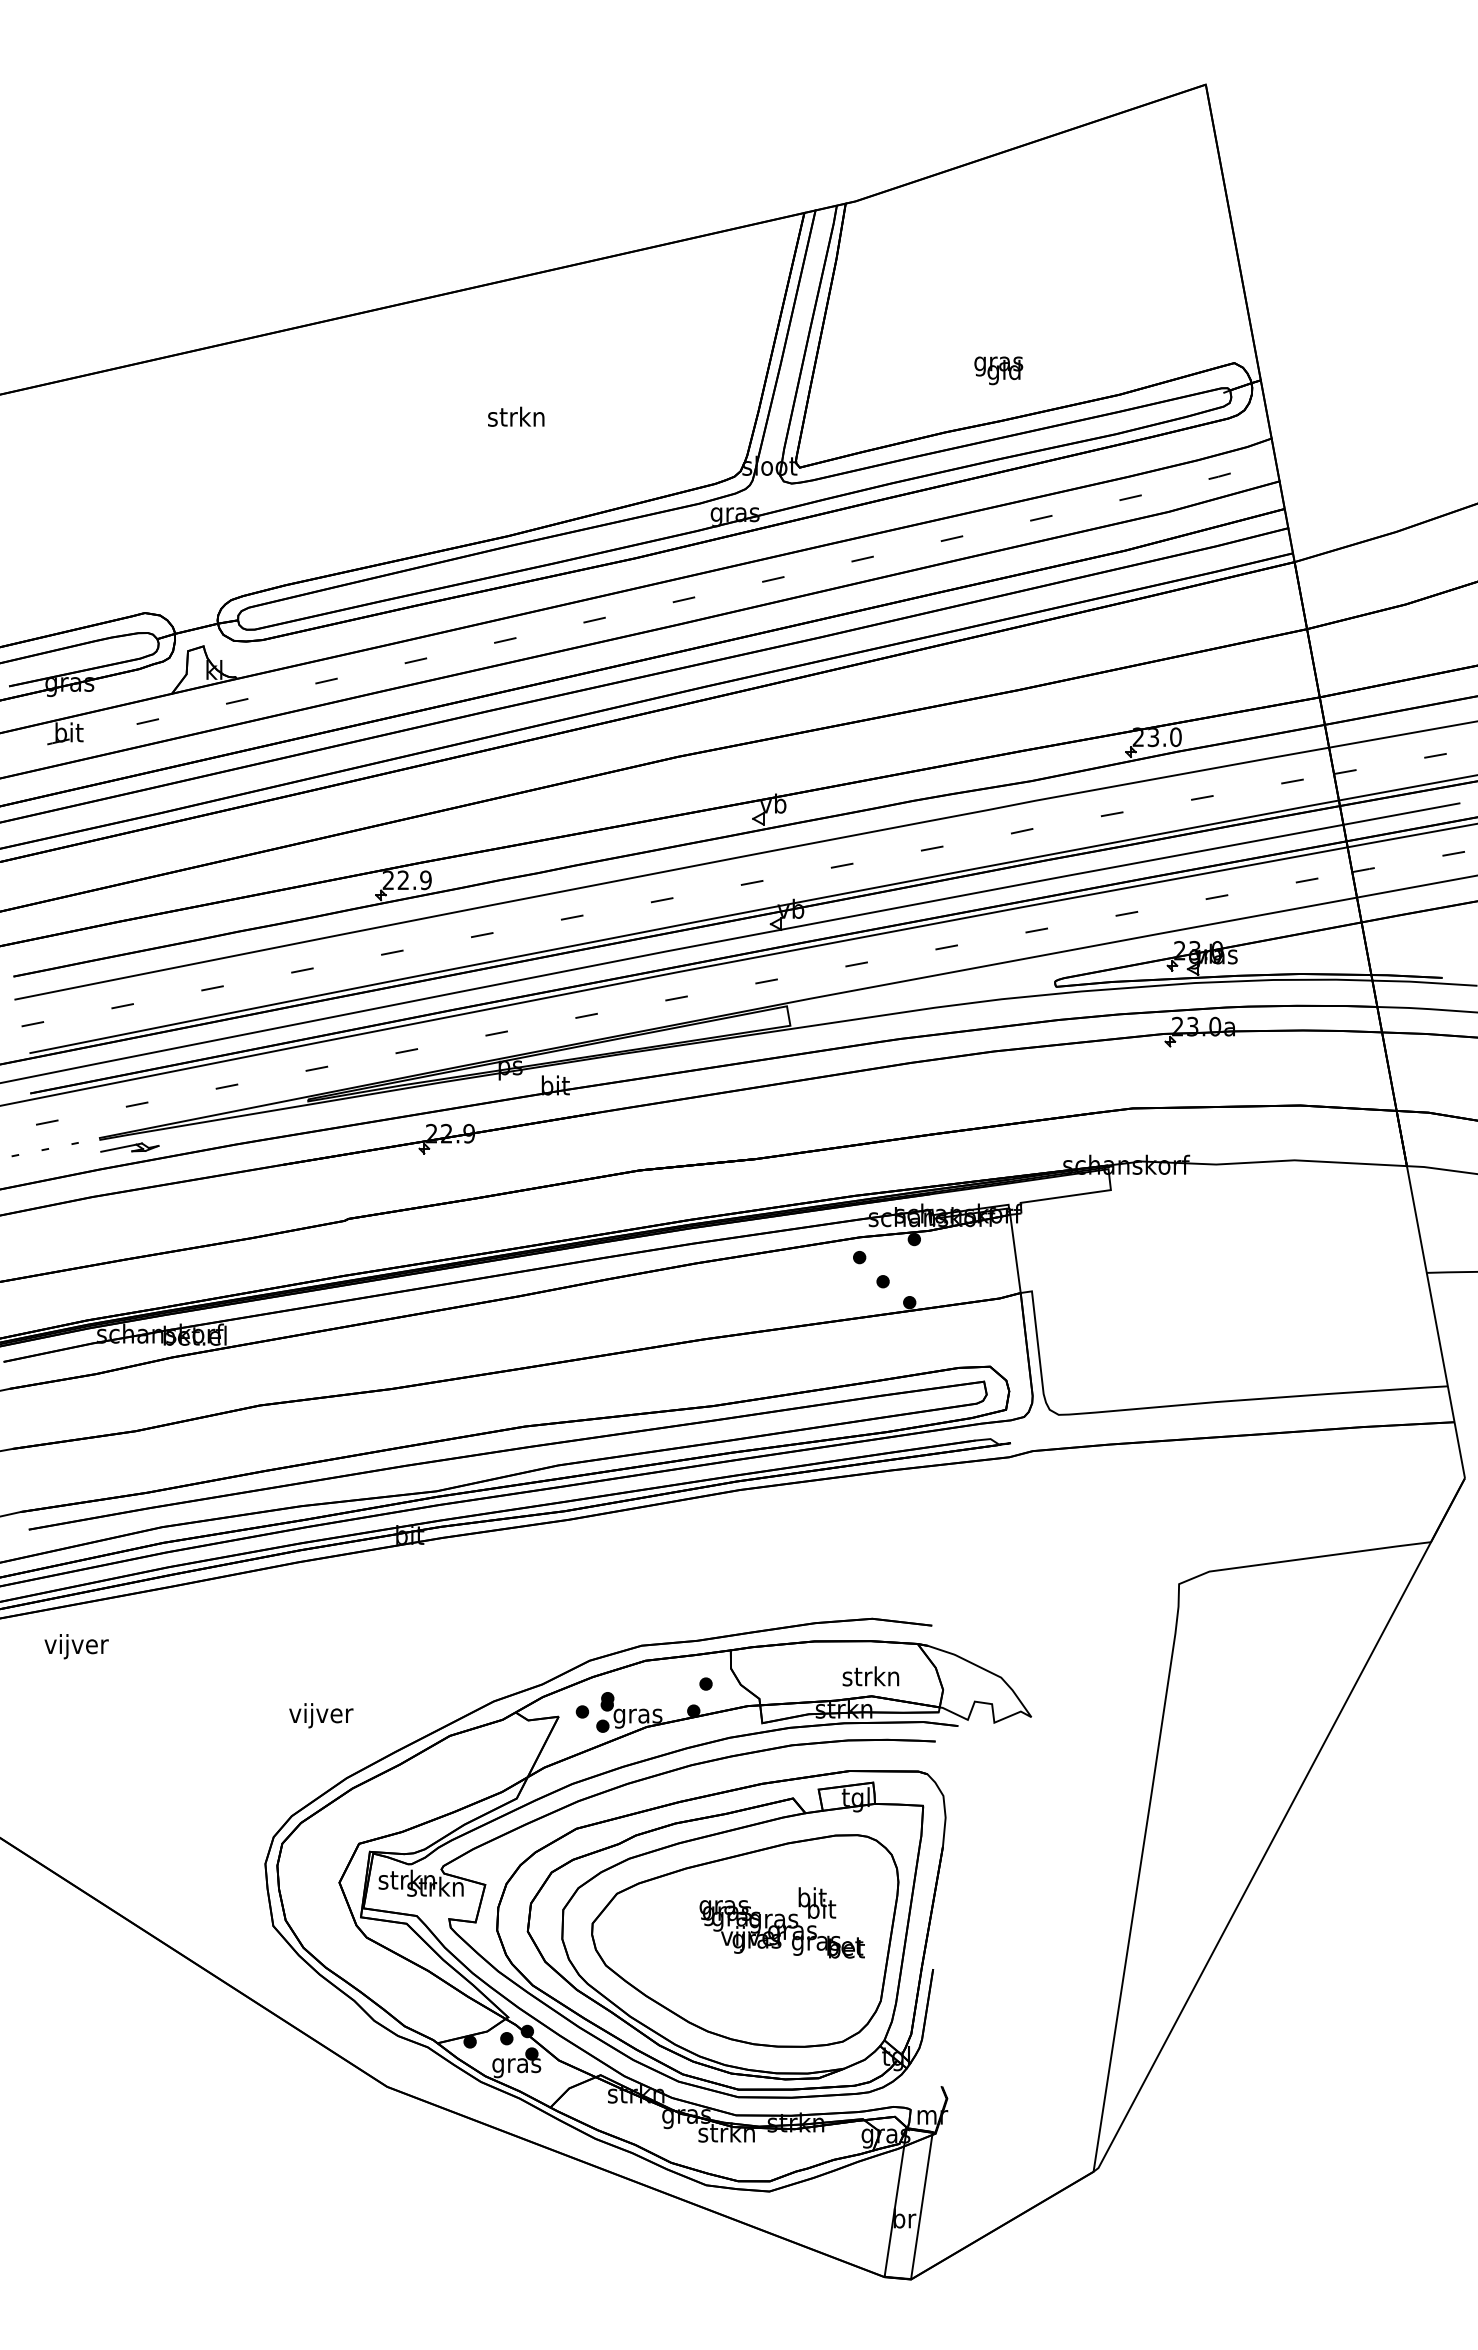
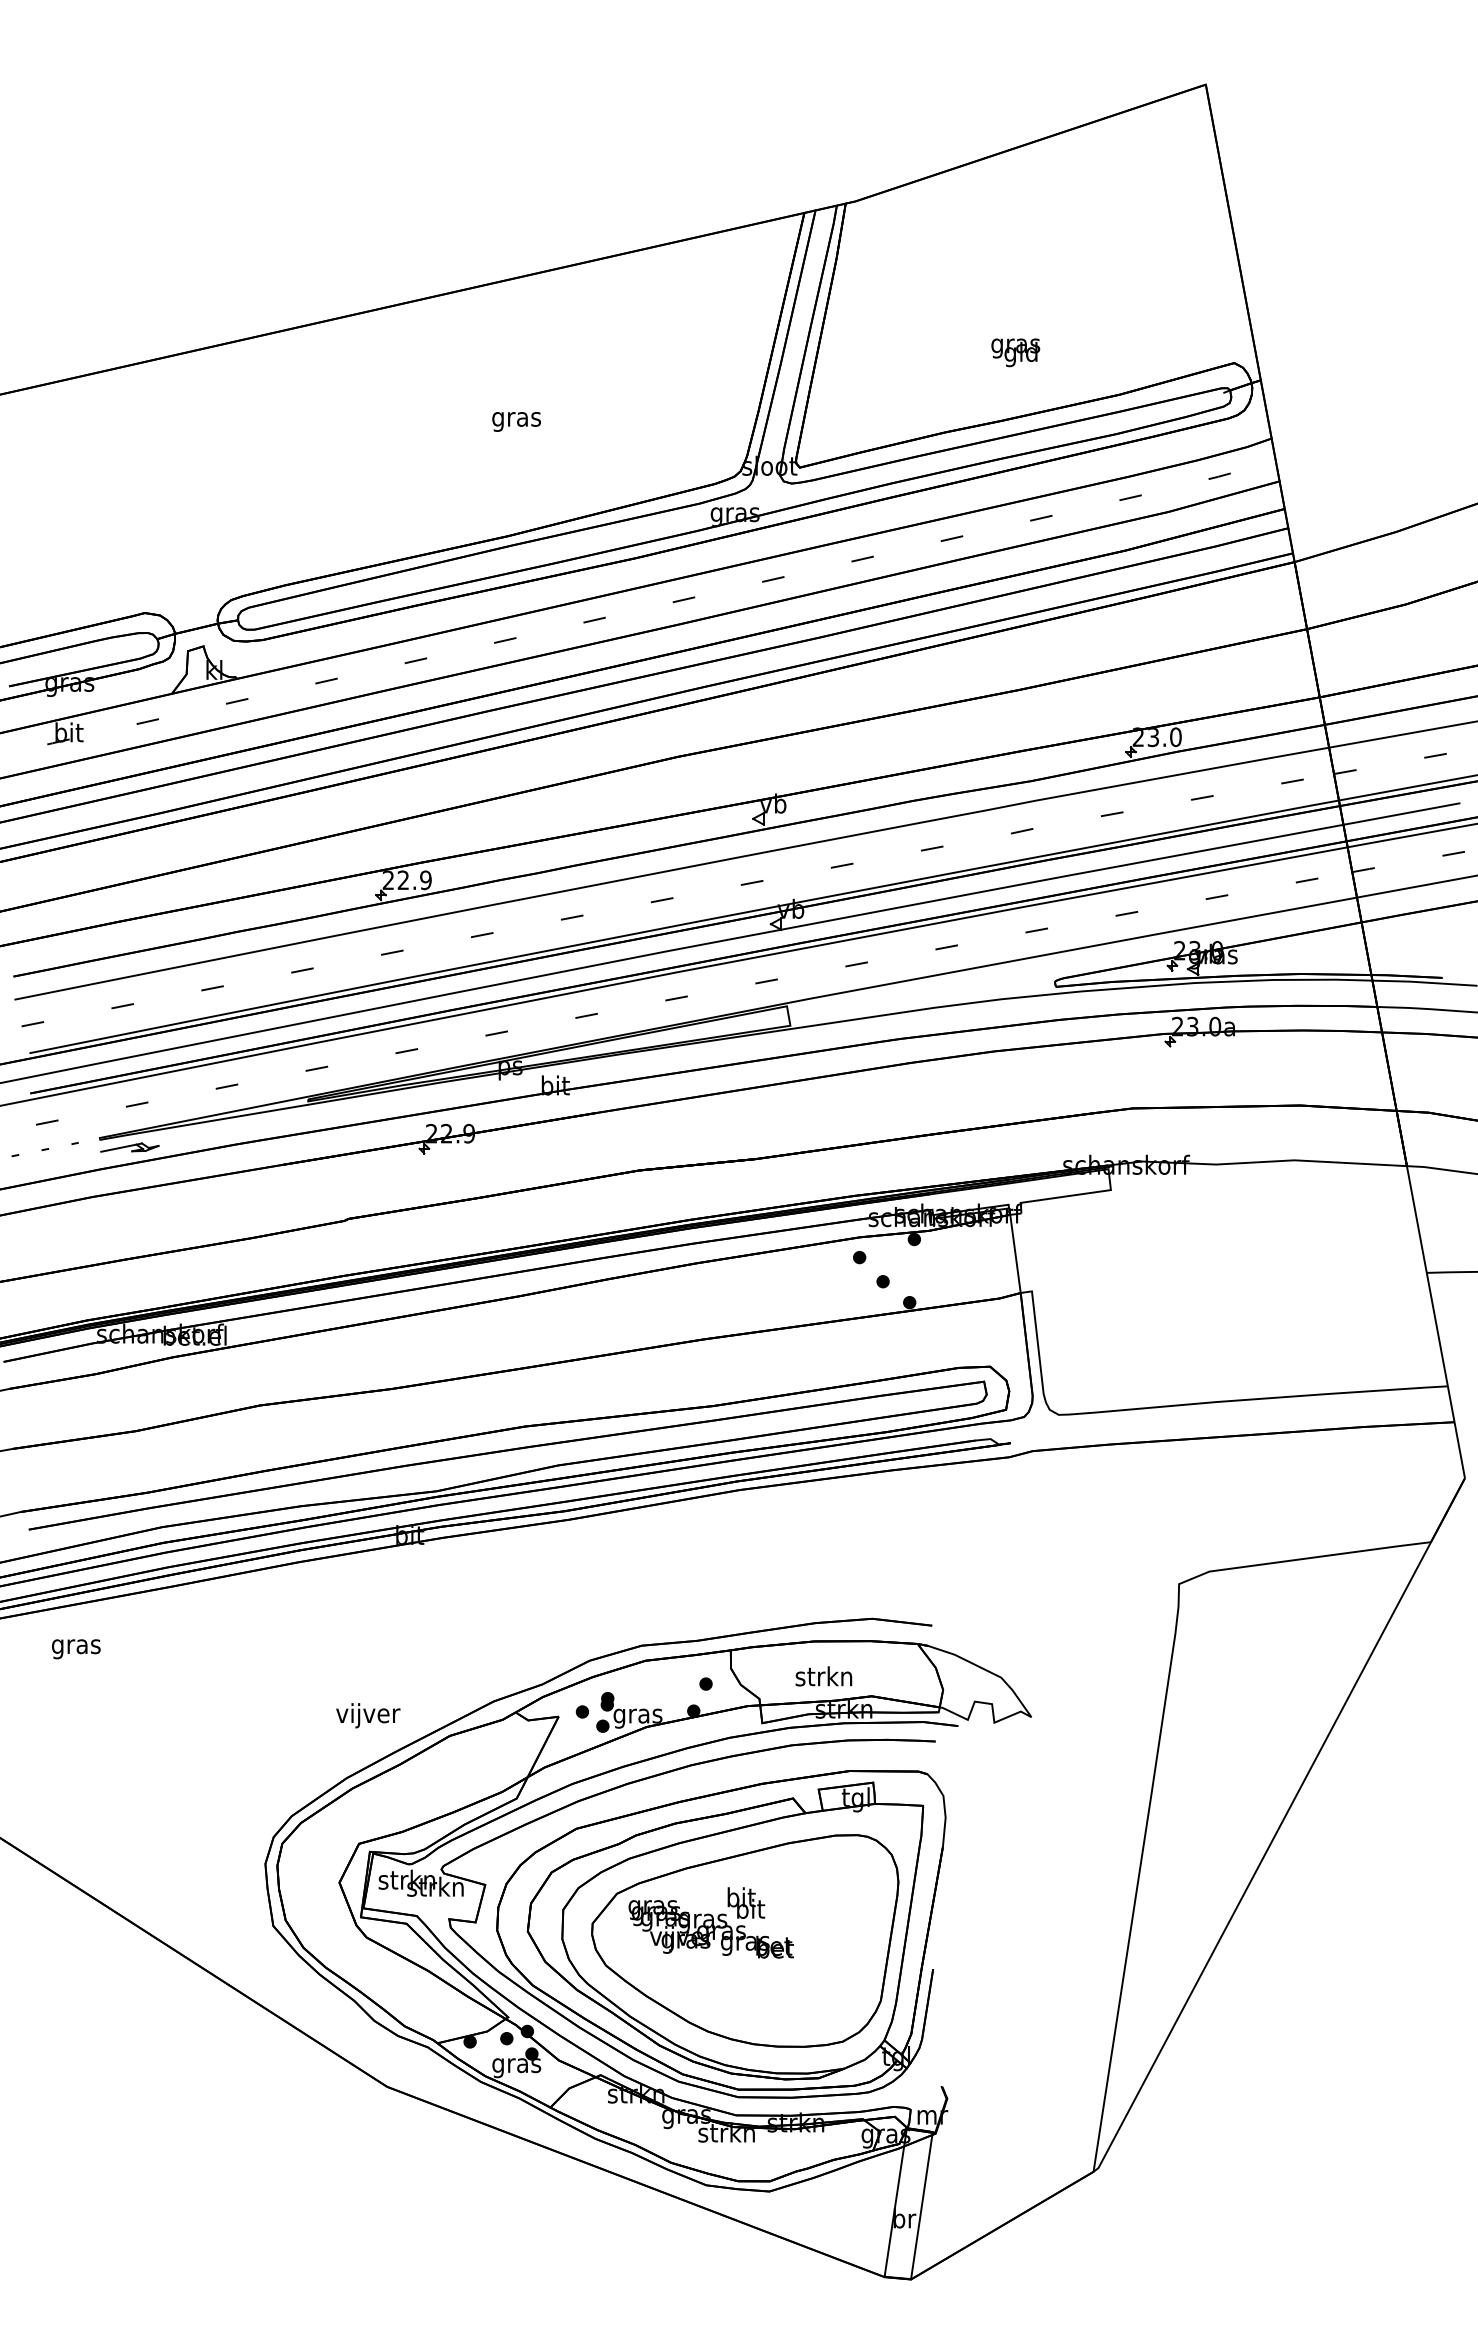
text at (998, 370) position: (998, 370) -> (1015, 352)
text at (516, 418): strkn -> gras
text at (76, 1646): vijver -> gras
text at (870, 1676) position: (870, 1676) -> (823, 1676)
text at (321, 1715) position: (321, 1715) -> (368, 1715)
text at (781, 1922) position: (781, 1922) -> (710, 1922)
